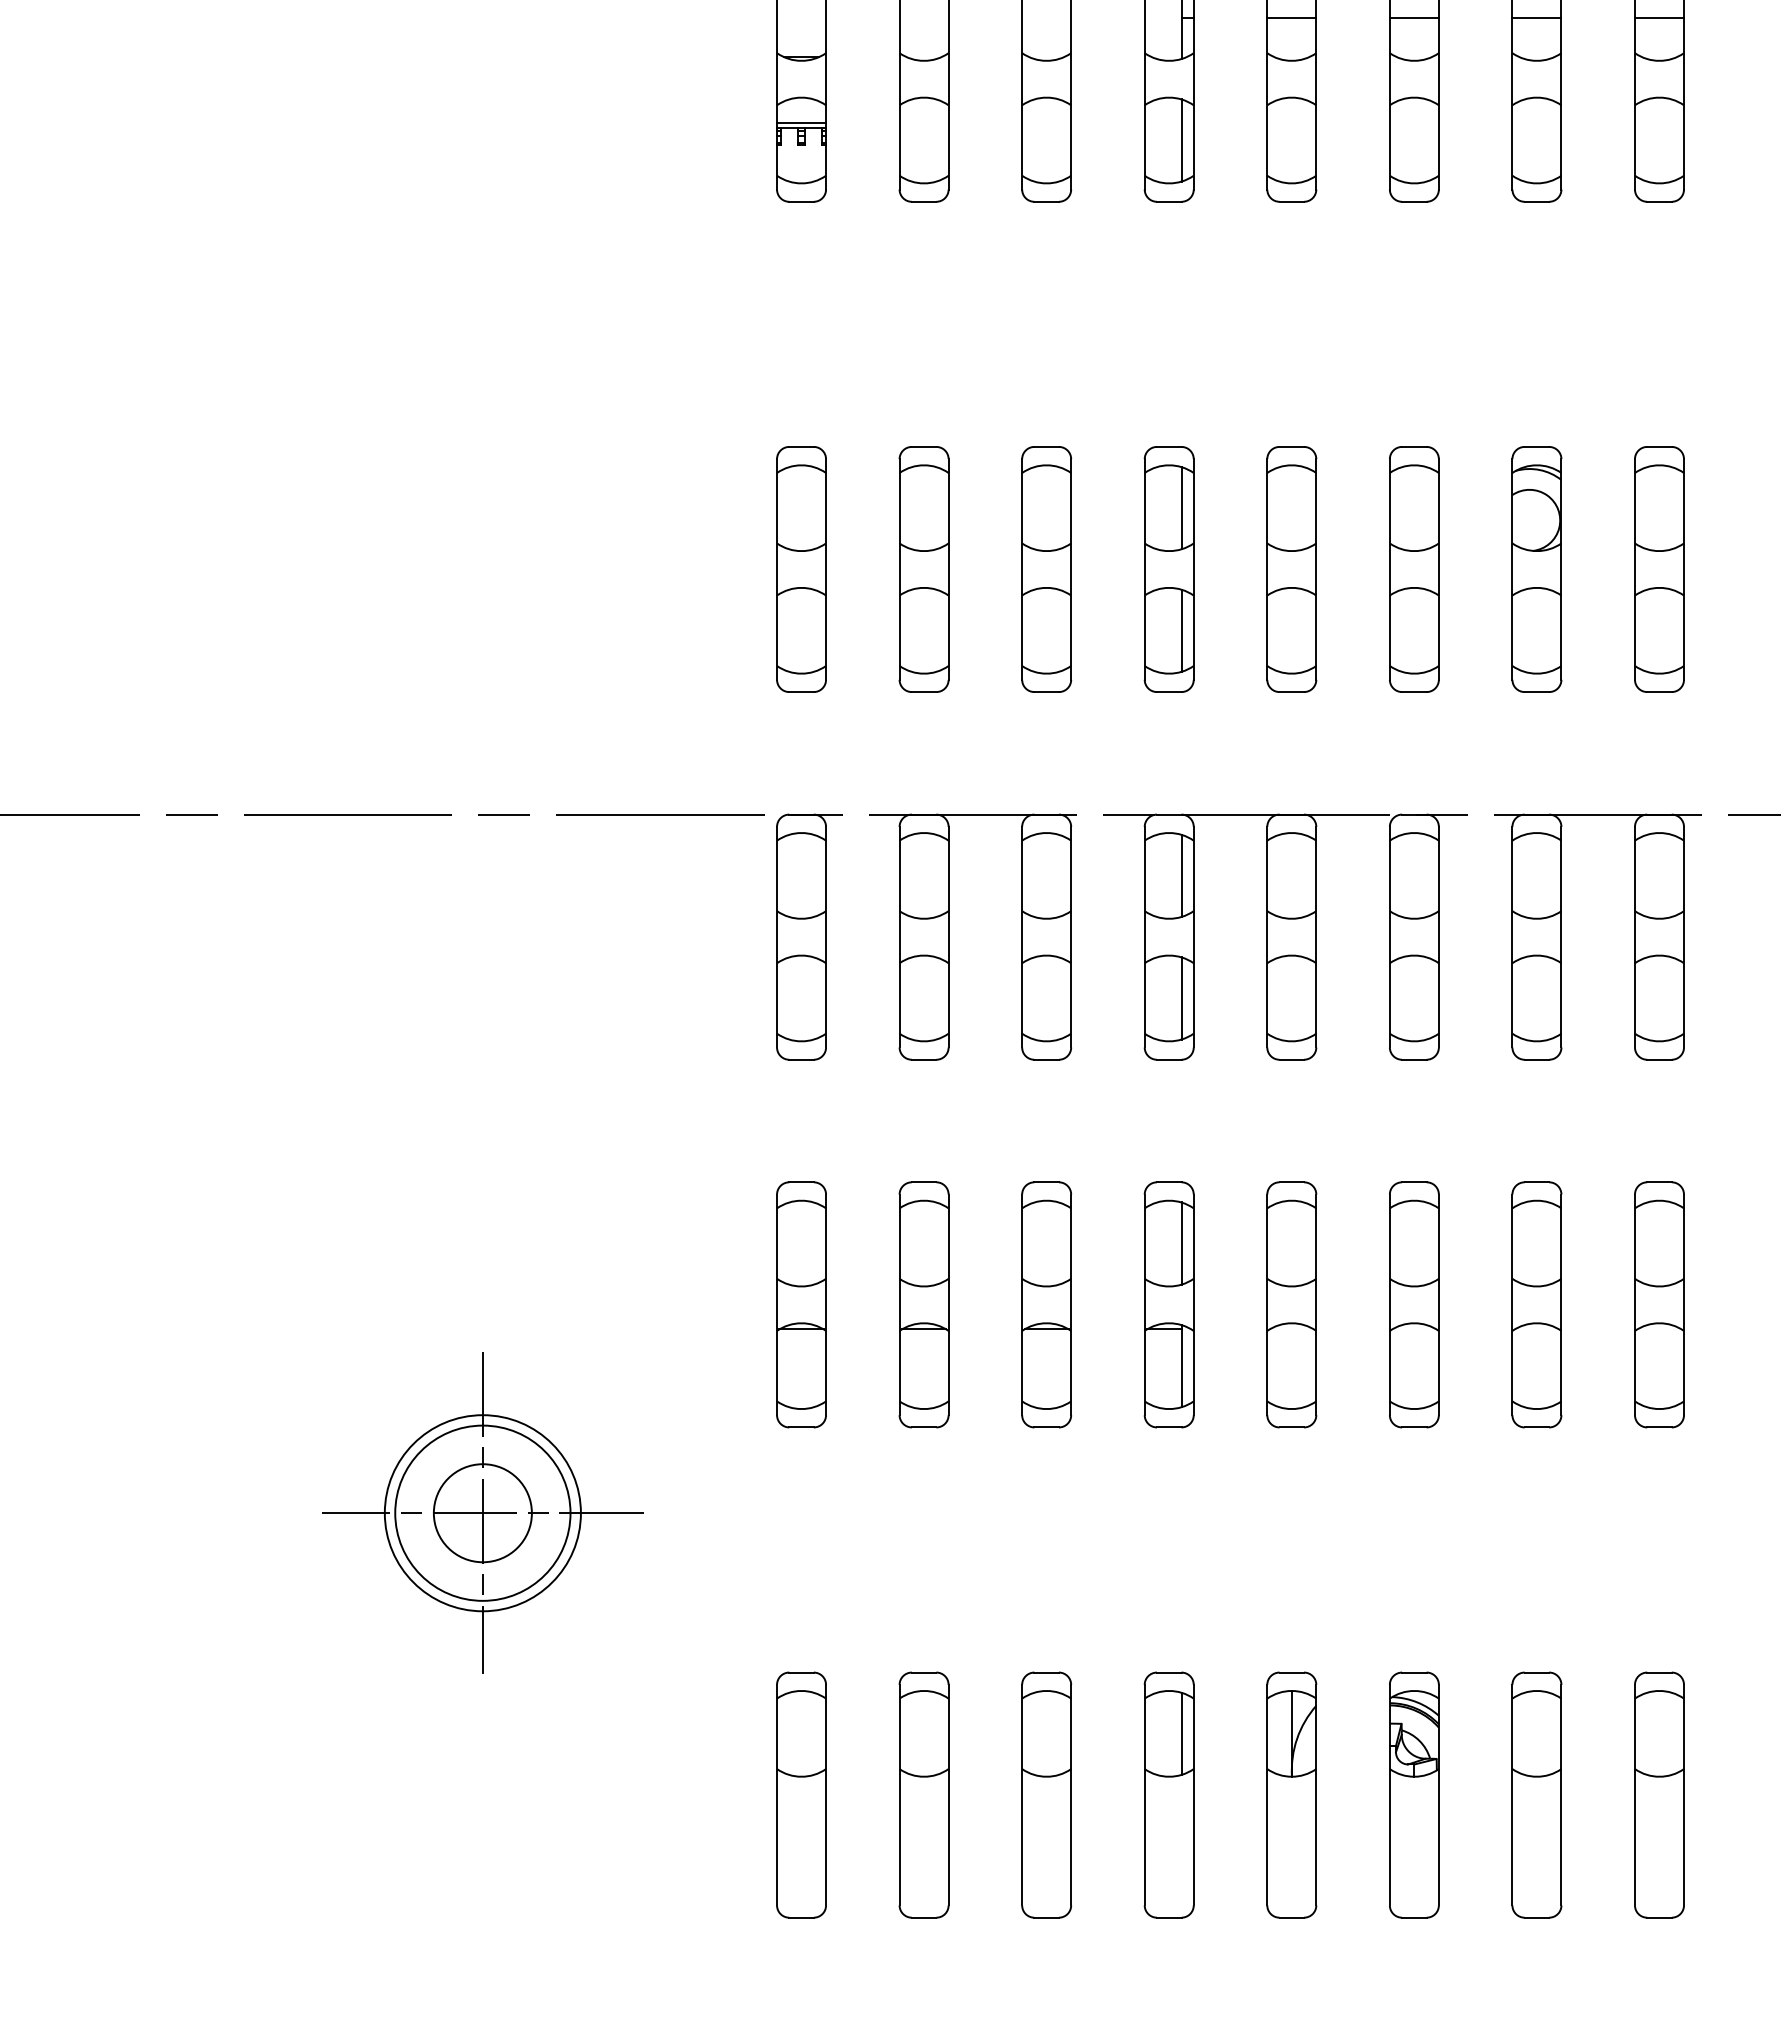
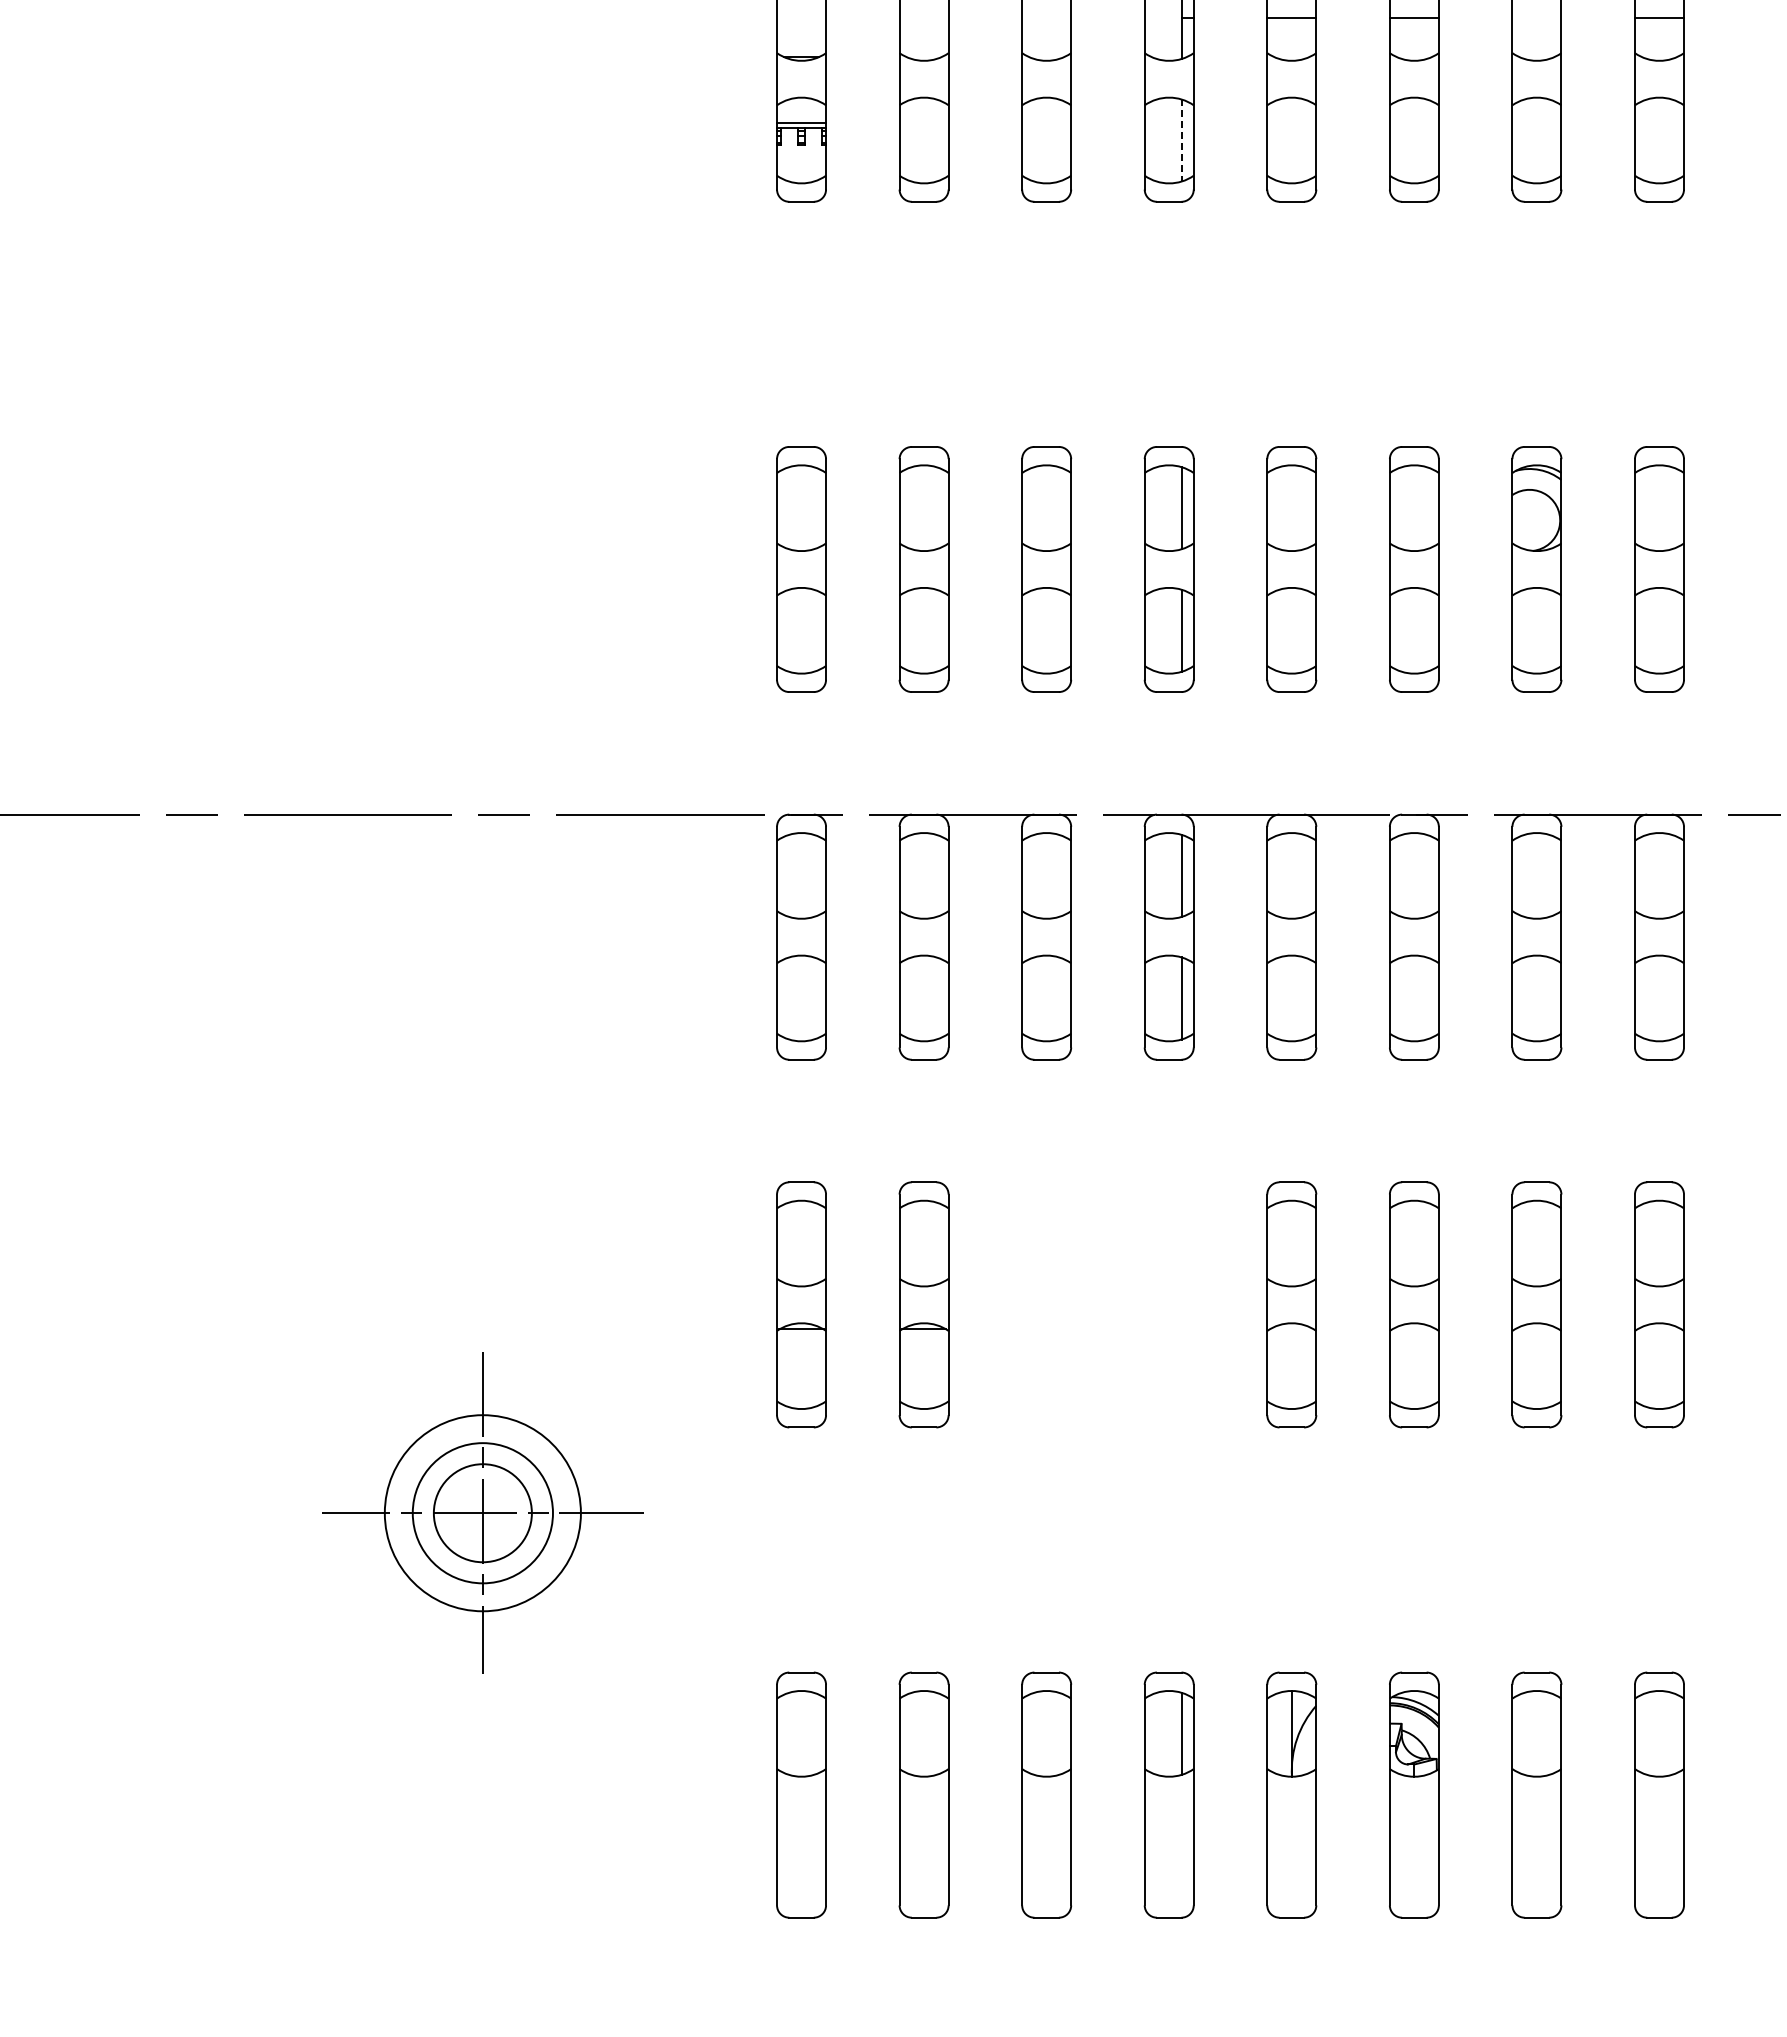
line at (1536, 17): present -> none
line at (1181, 141): solid -> dashed
part at (1046, 1304): present -> none
part at (1168, 1304): present -> none
circle at (482, 1512) diameter: 175 px -> 140 px
